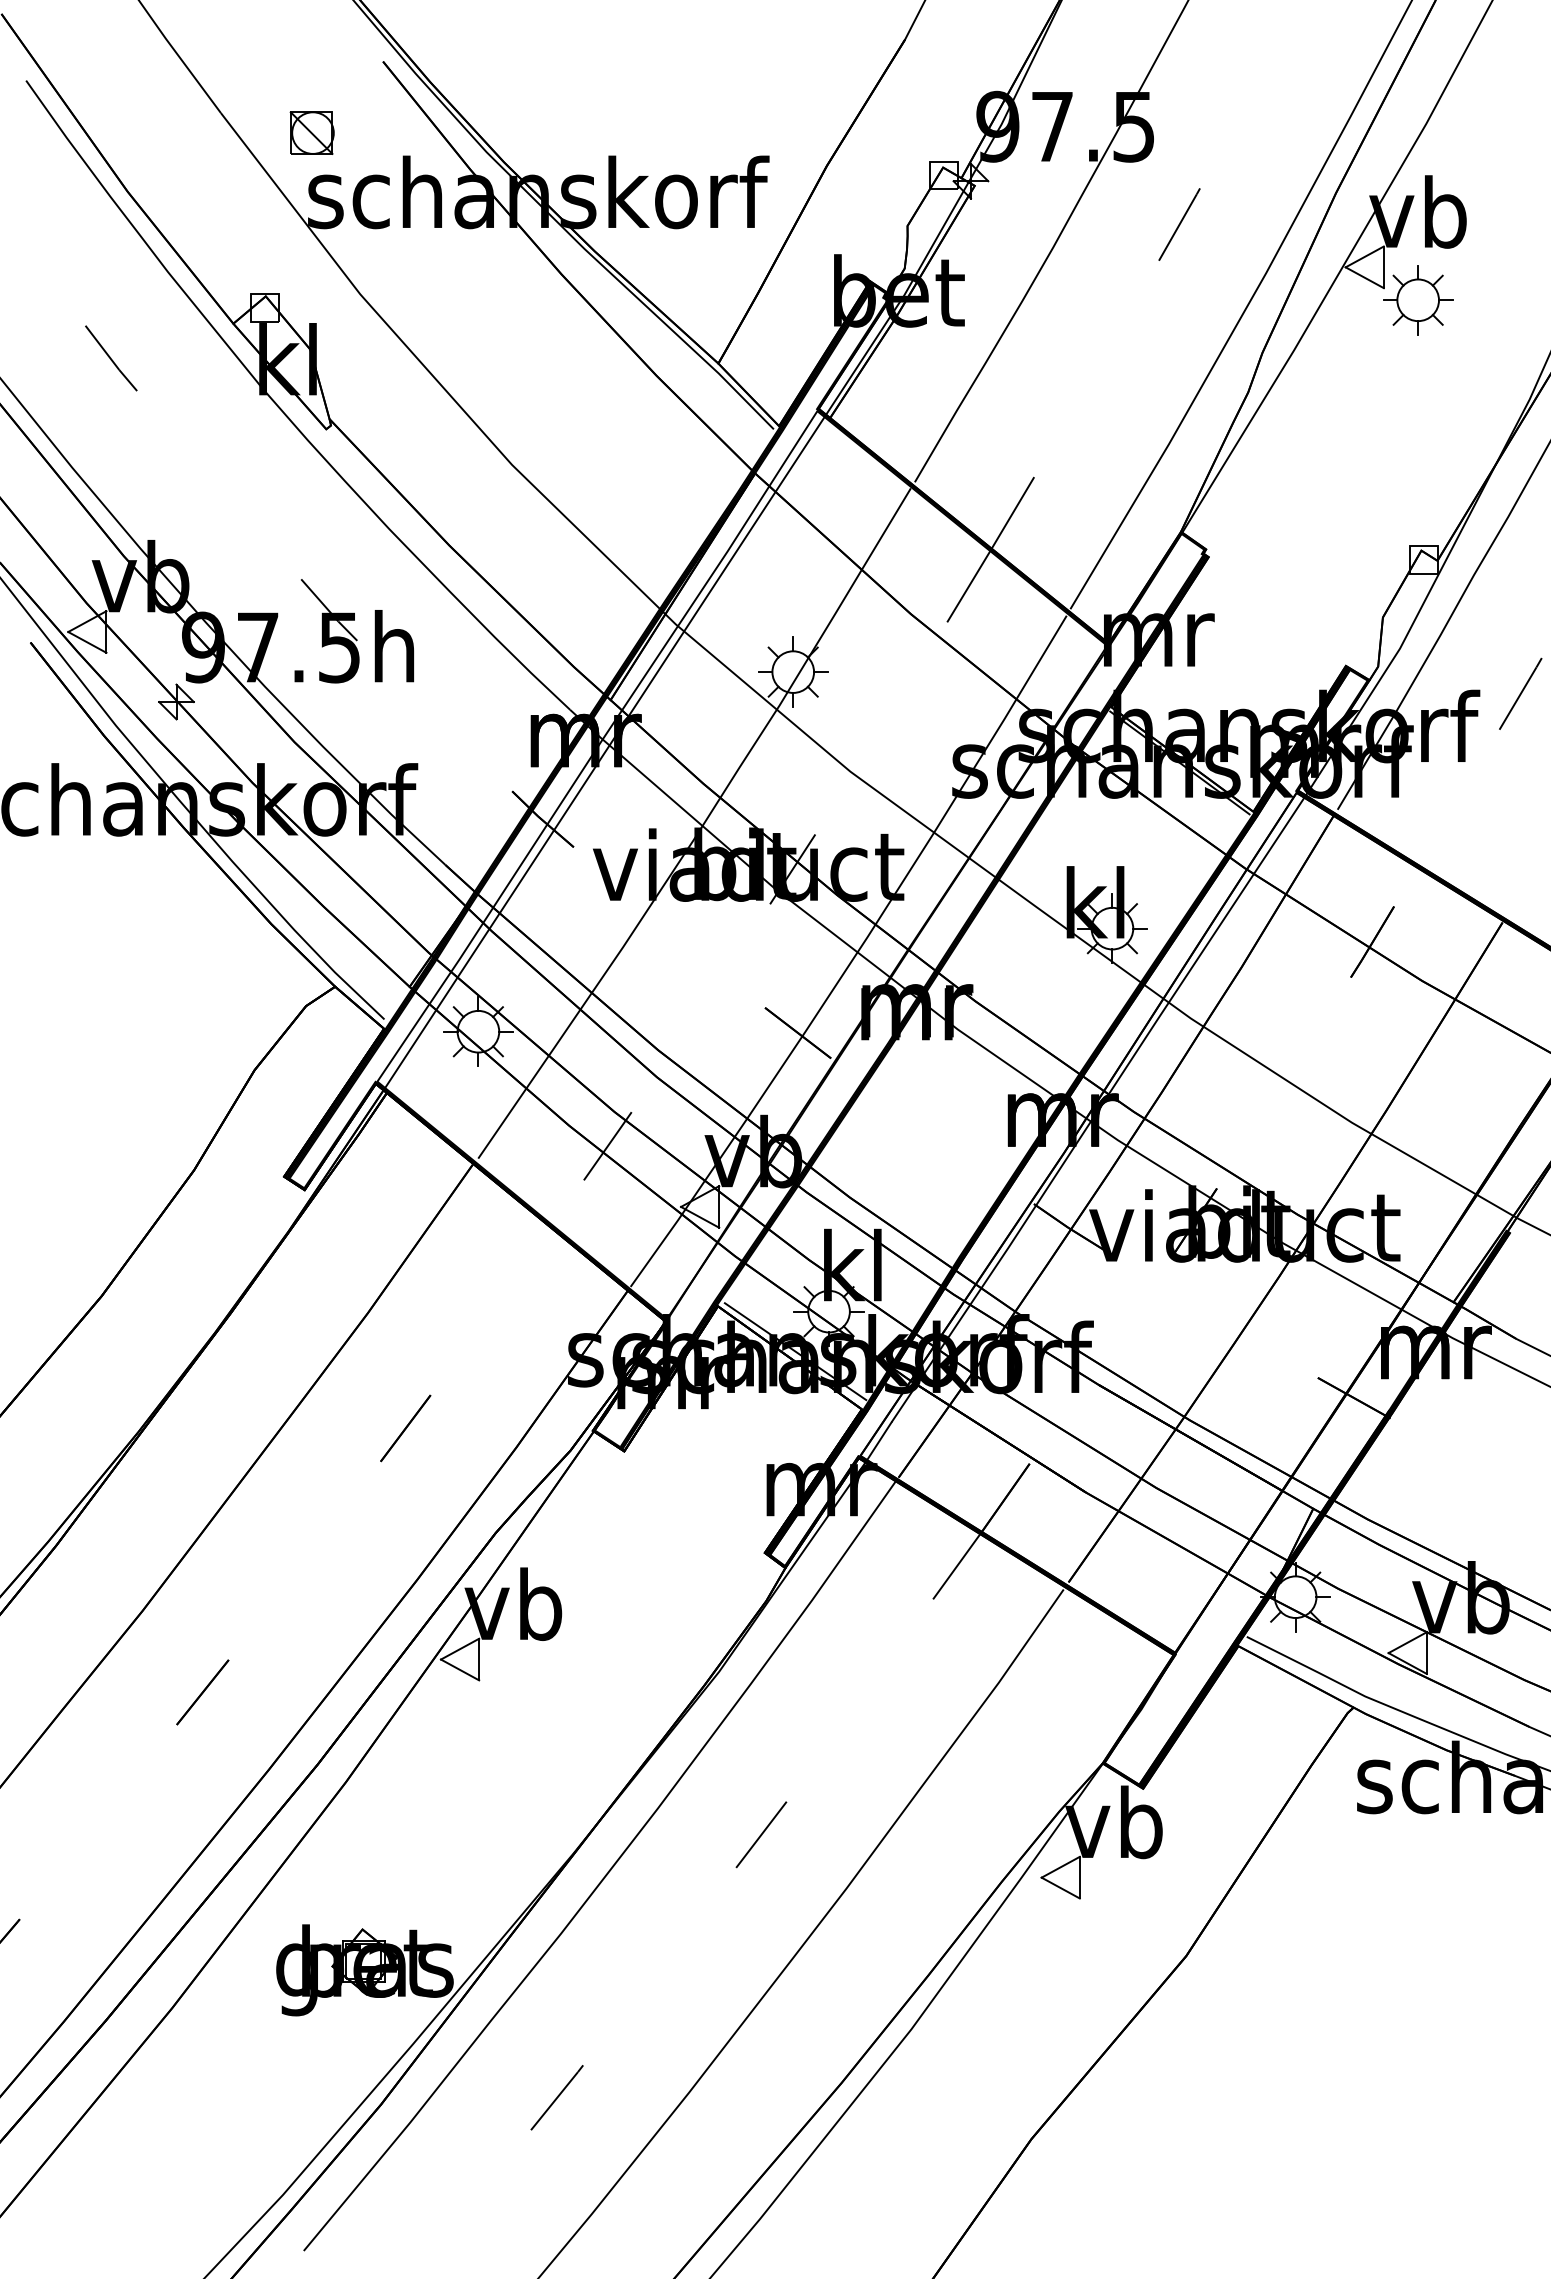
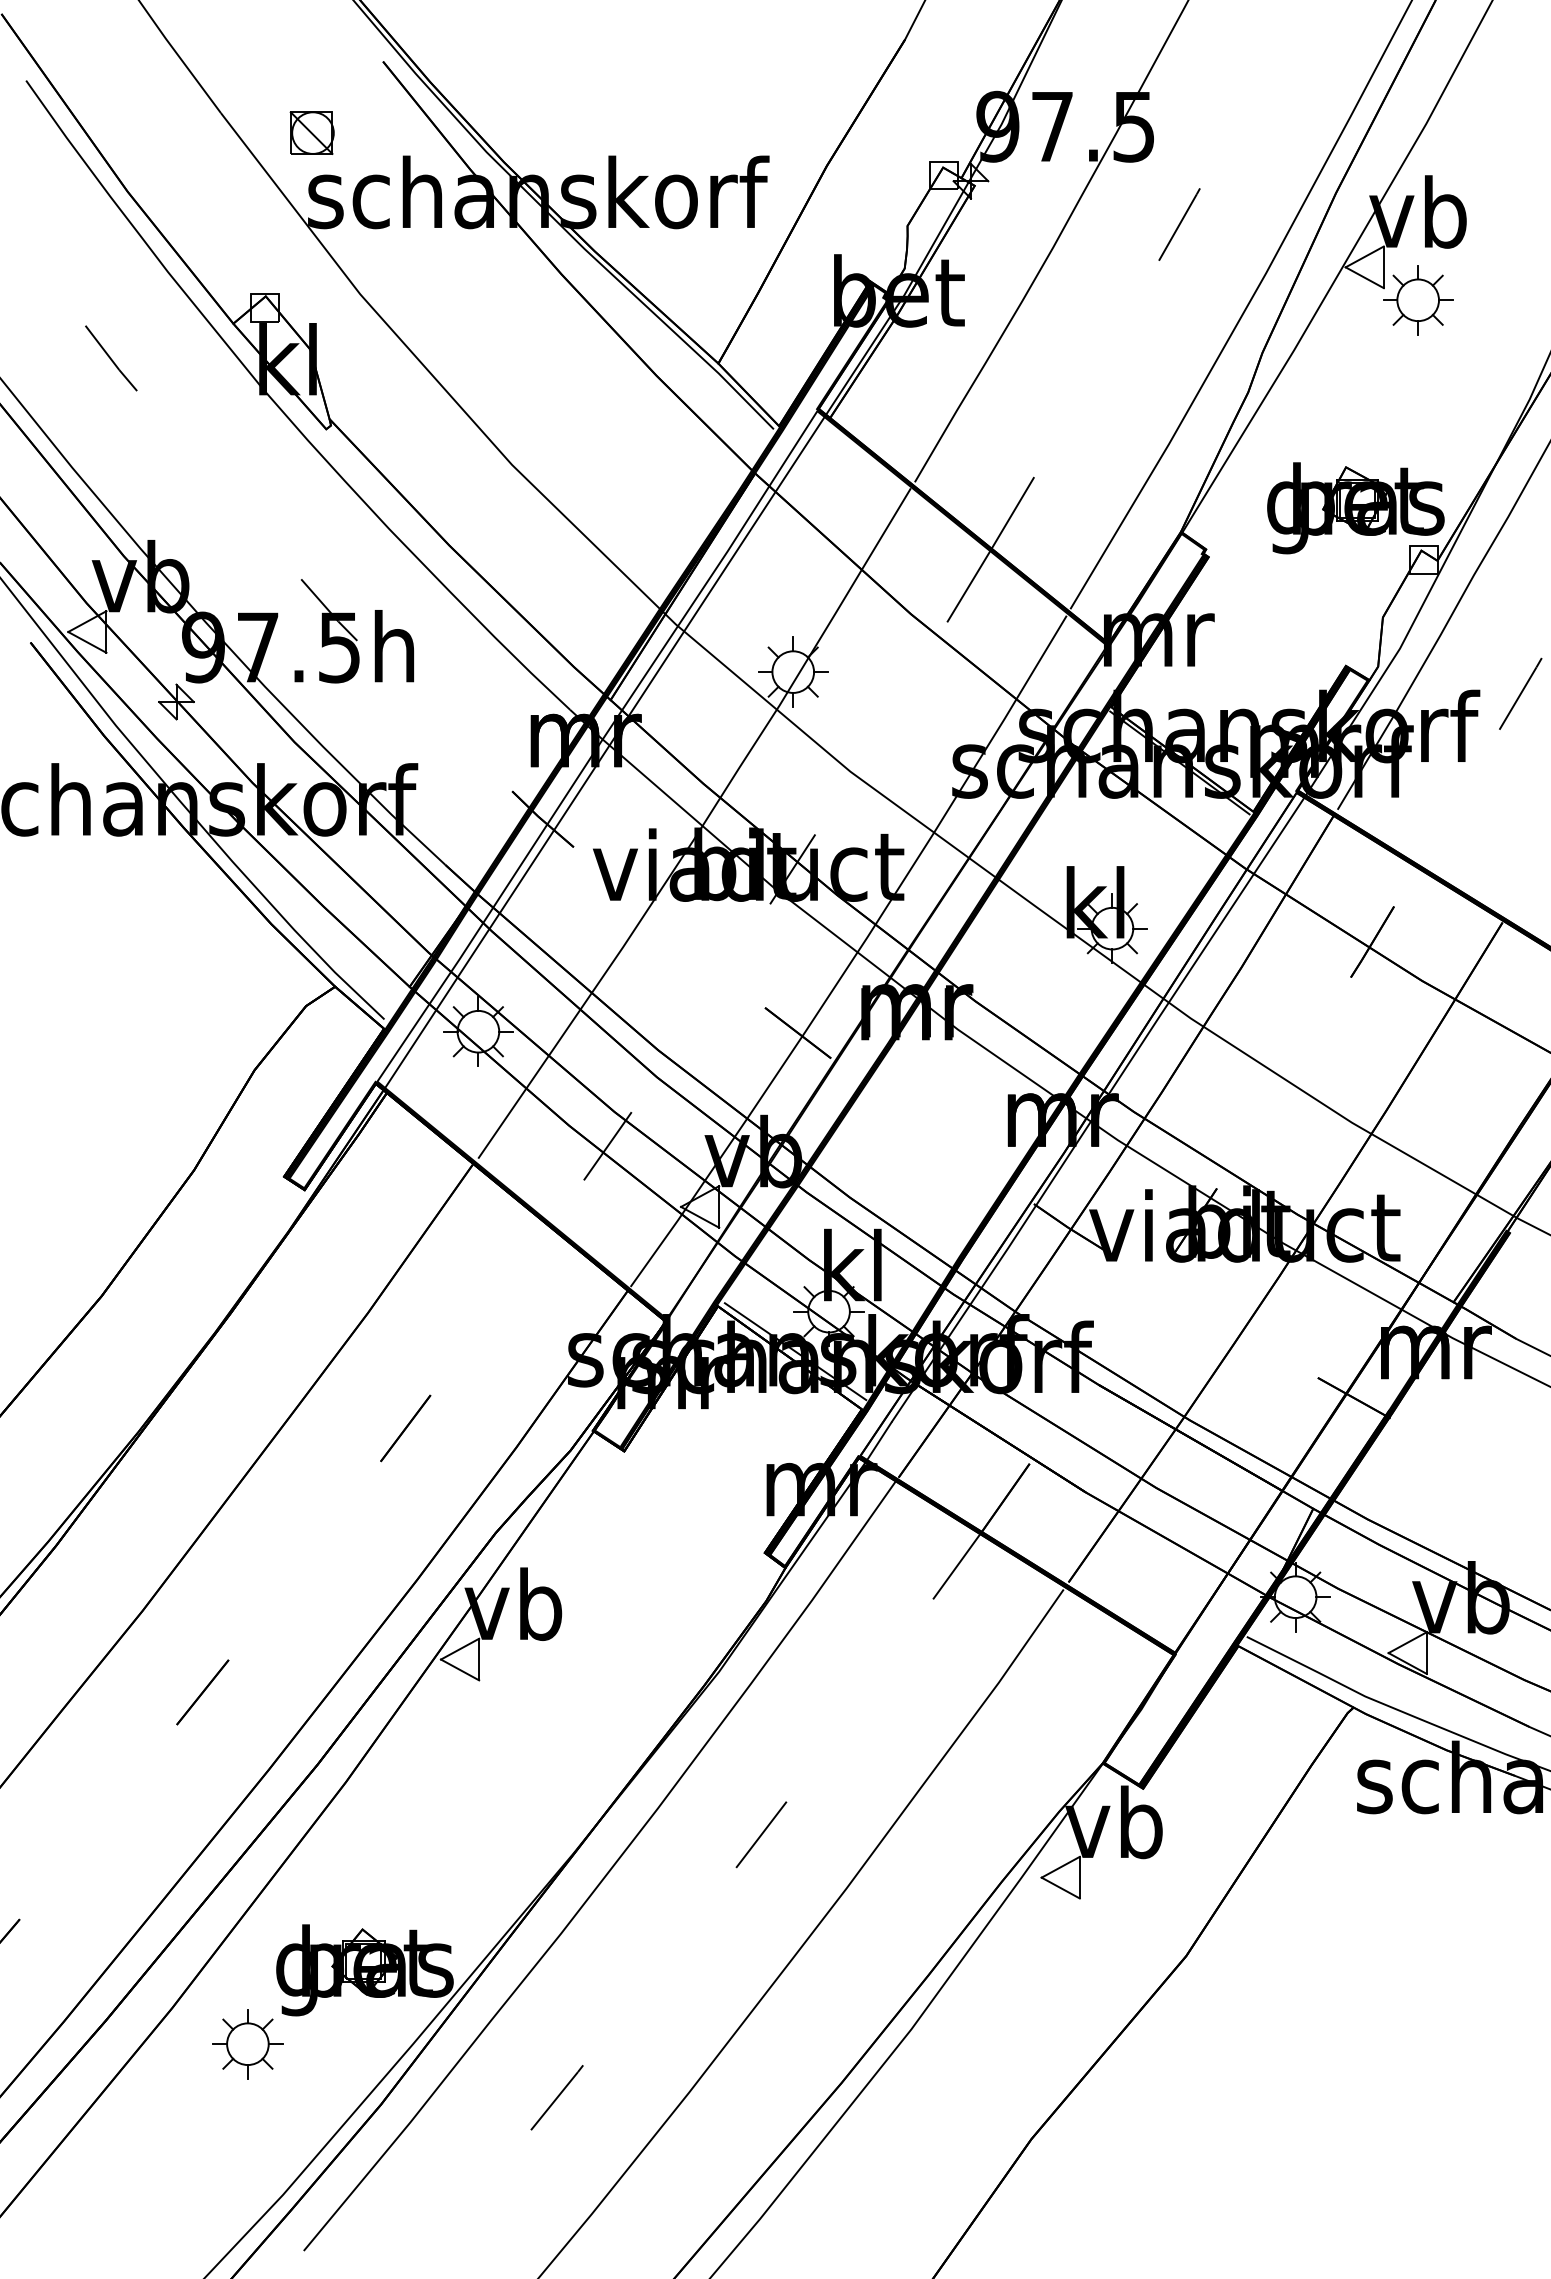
part at (1355, 508): none -> present
part at (247, 2044): none -> present
